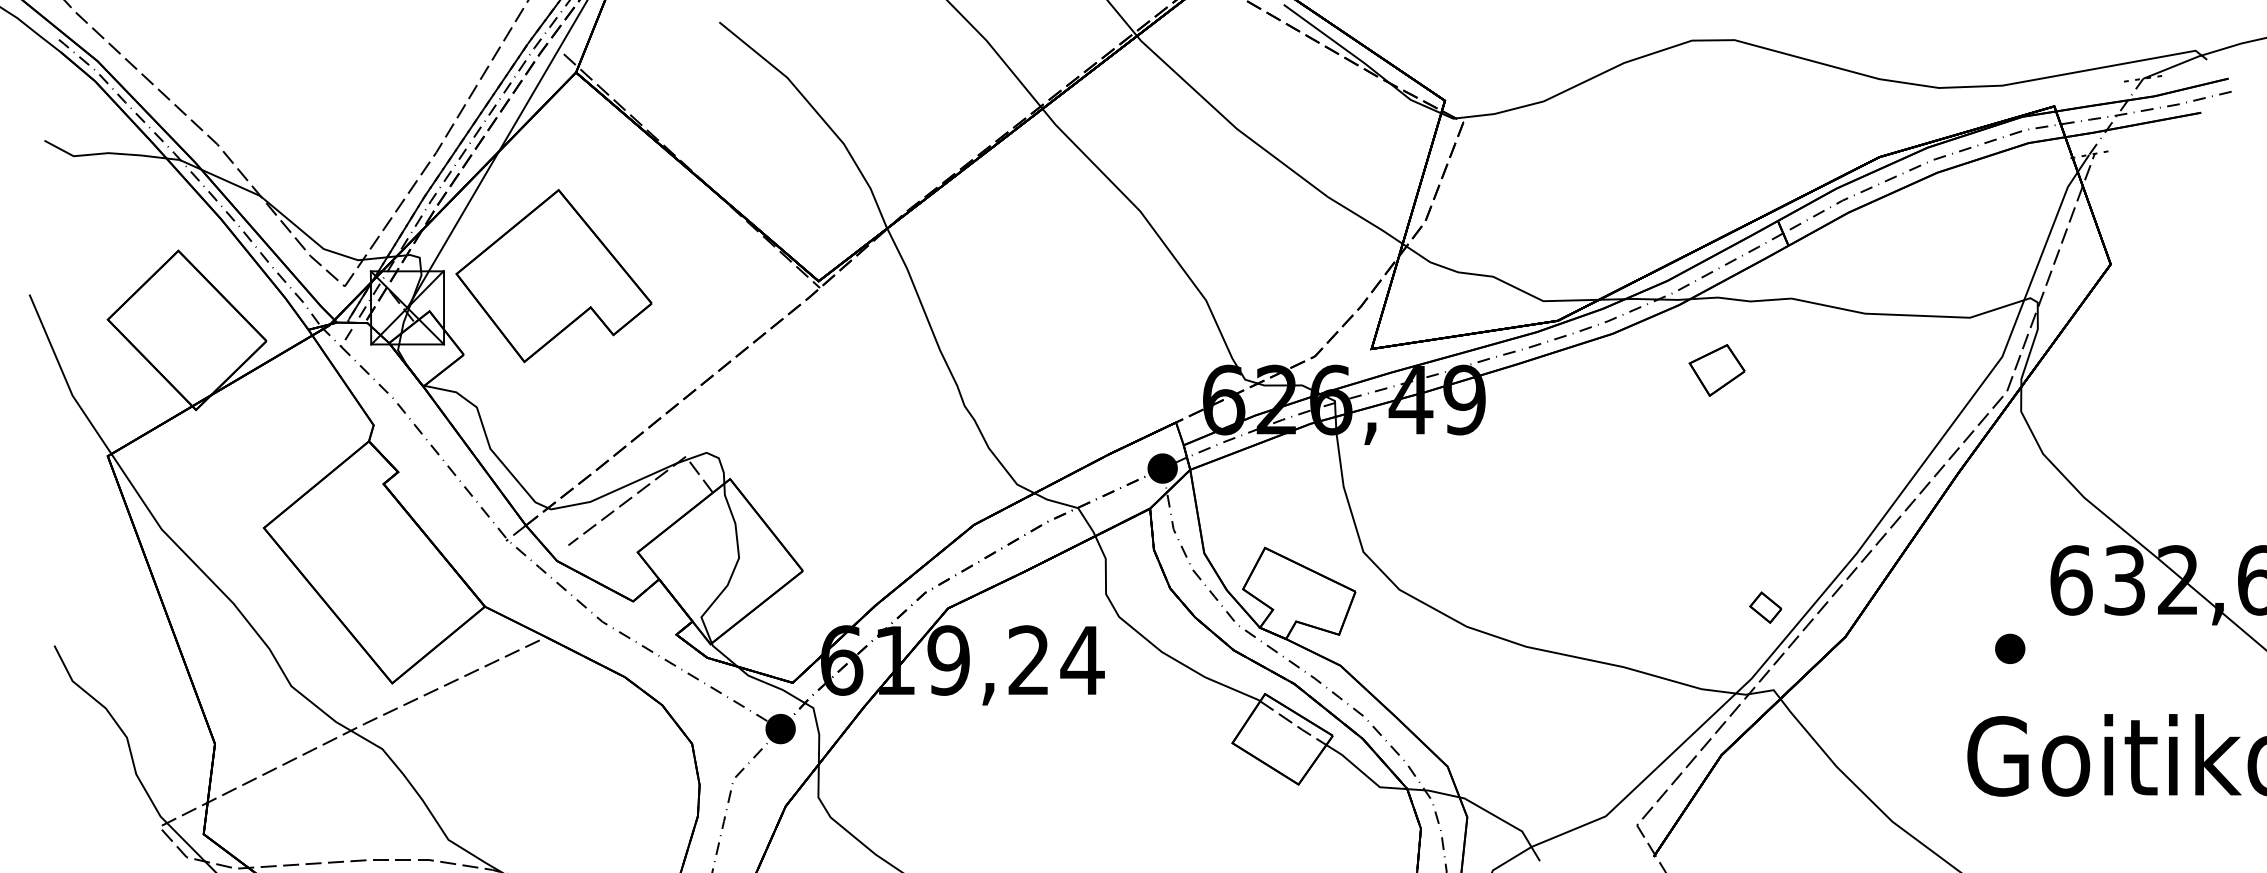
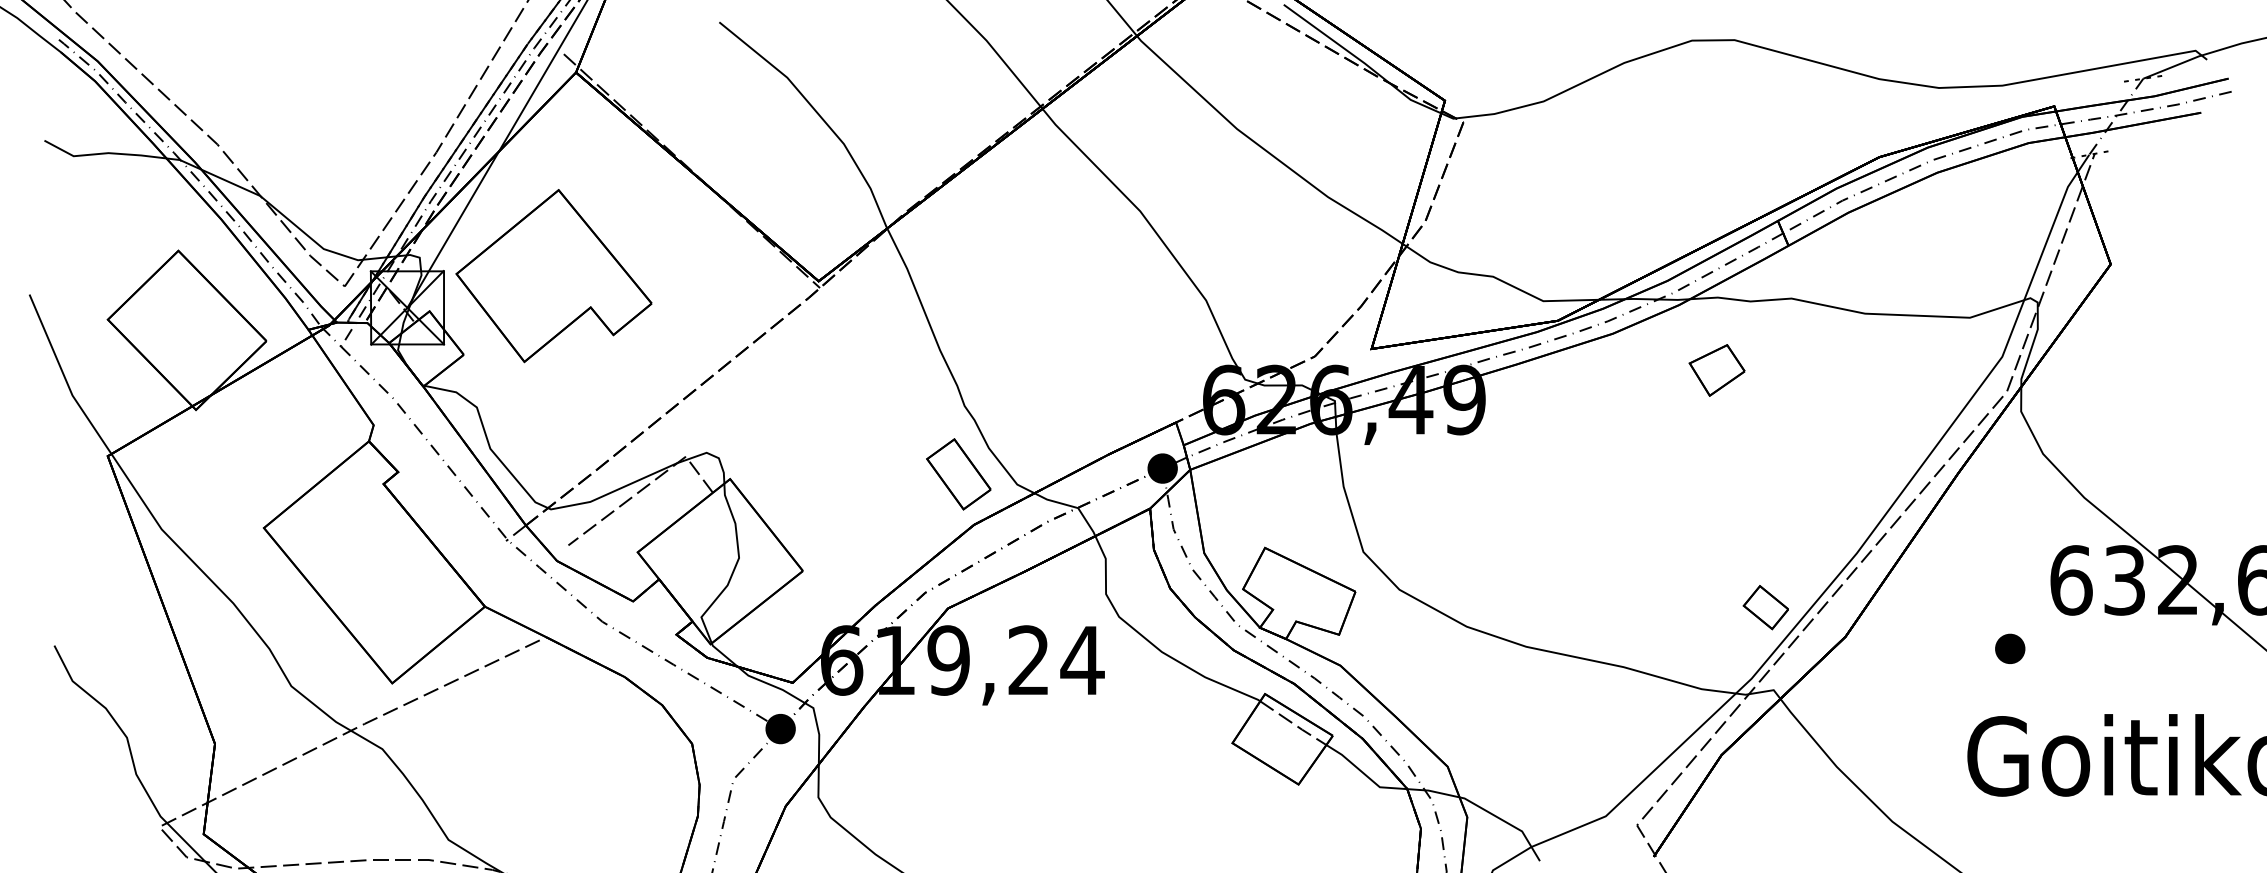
part at (958, 474): none -> present
part at (1765, 607) size: 34x33 px -> 47x46 px
